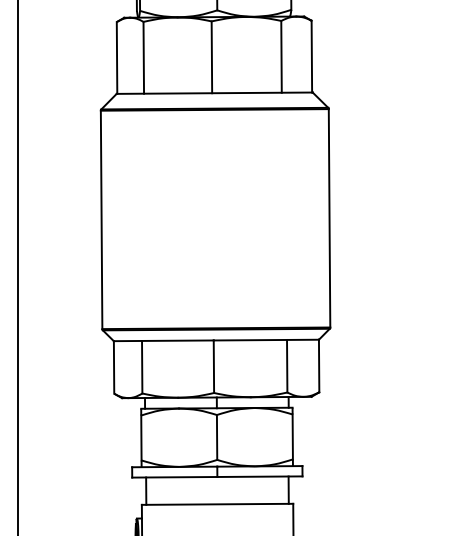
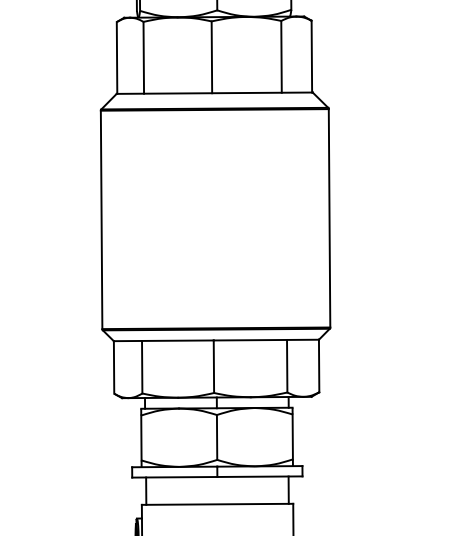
line at (18, 267): present -> none
